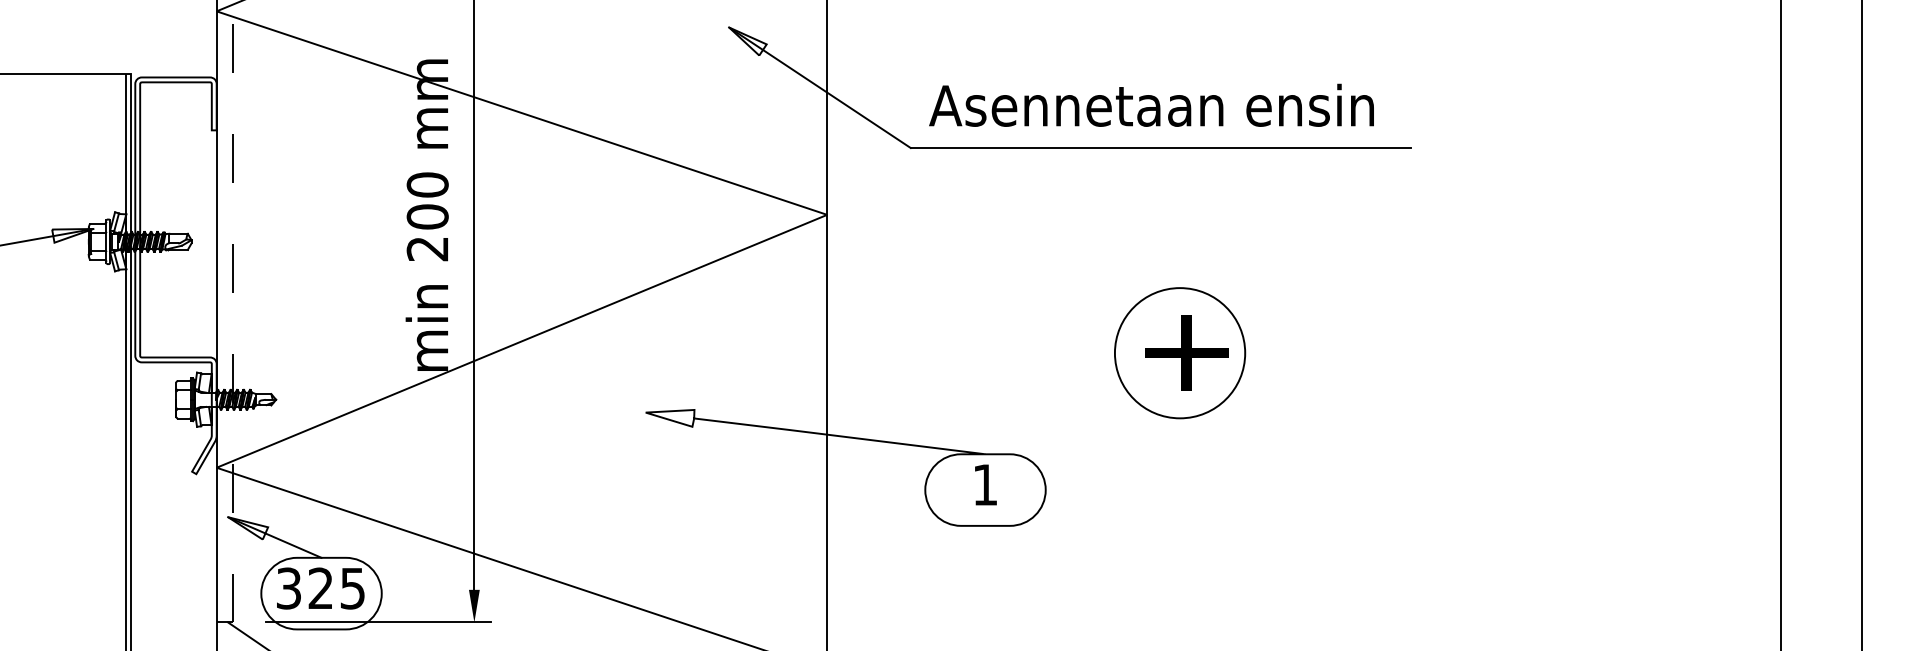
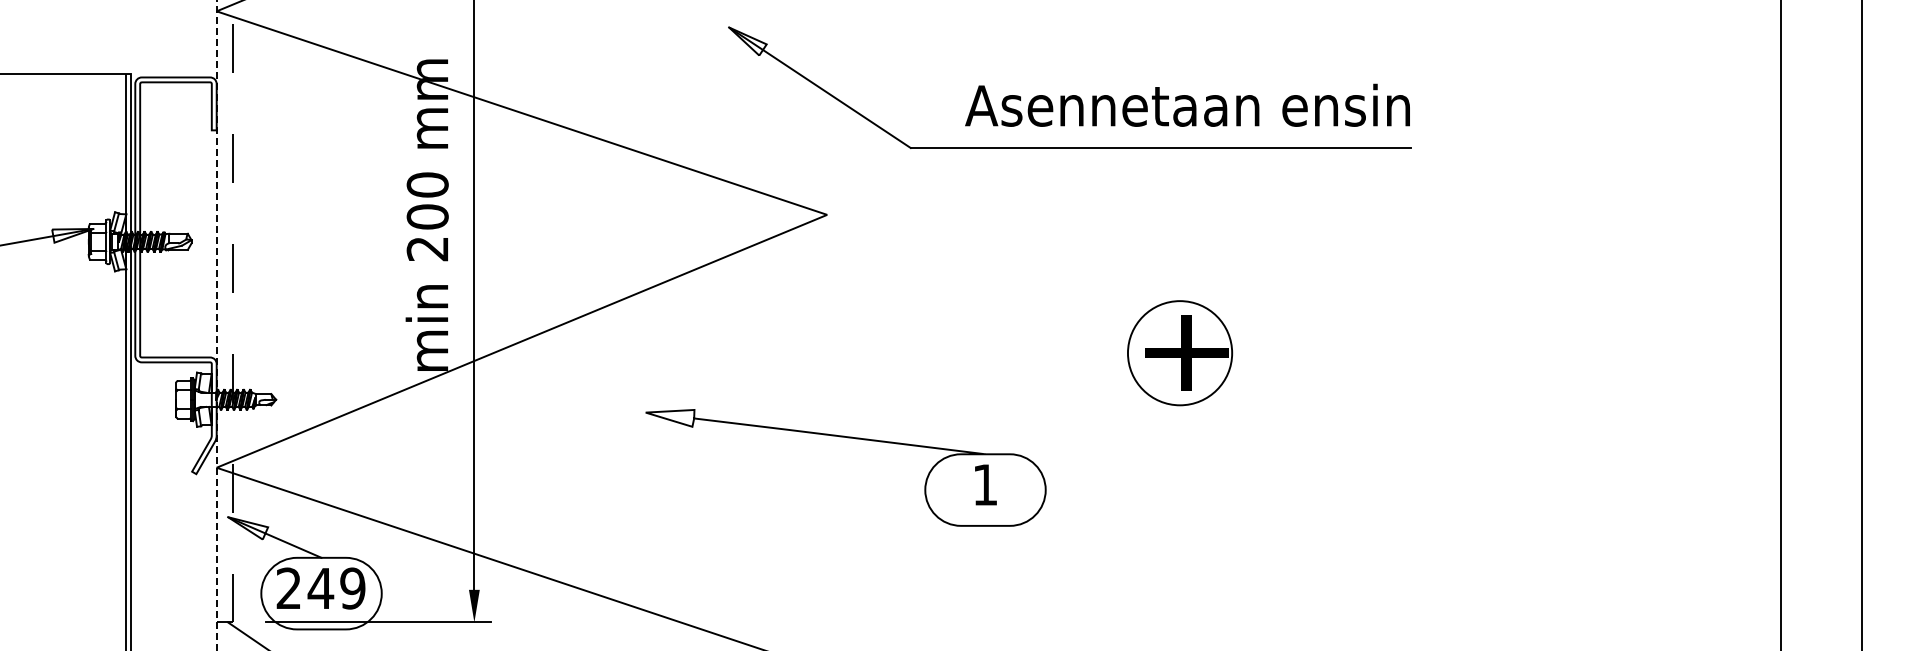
text at (1151, 104) position: (1151, 104) -> (1187, 104)
line at (827, 324): present -> none
line at (216, 325): solid -> dashed
circle at (1179, 353) diameter: 130 px -> 104 px
text at (320, 588): 325 -> 249
